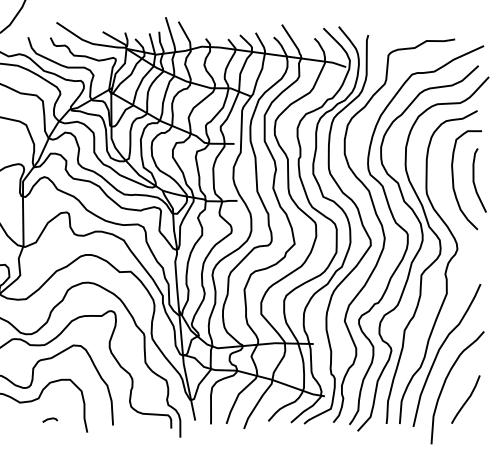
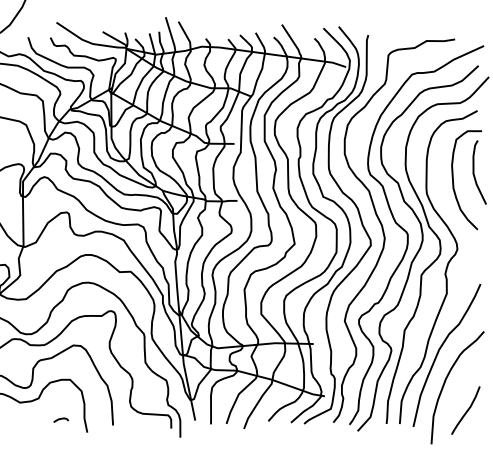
curve at (474, 180) position: (474, 180) -> (474, 172)
curve at (466, 399) position: (466, 399) -> (466, 410)
line at (50, 419) position: (50, 419) -> (61, 419)
